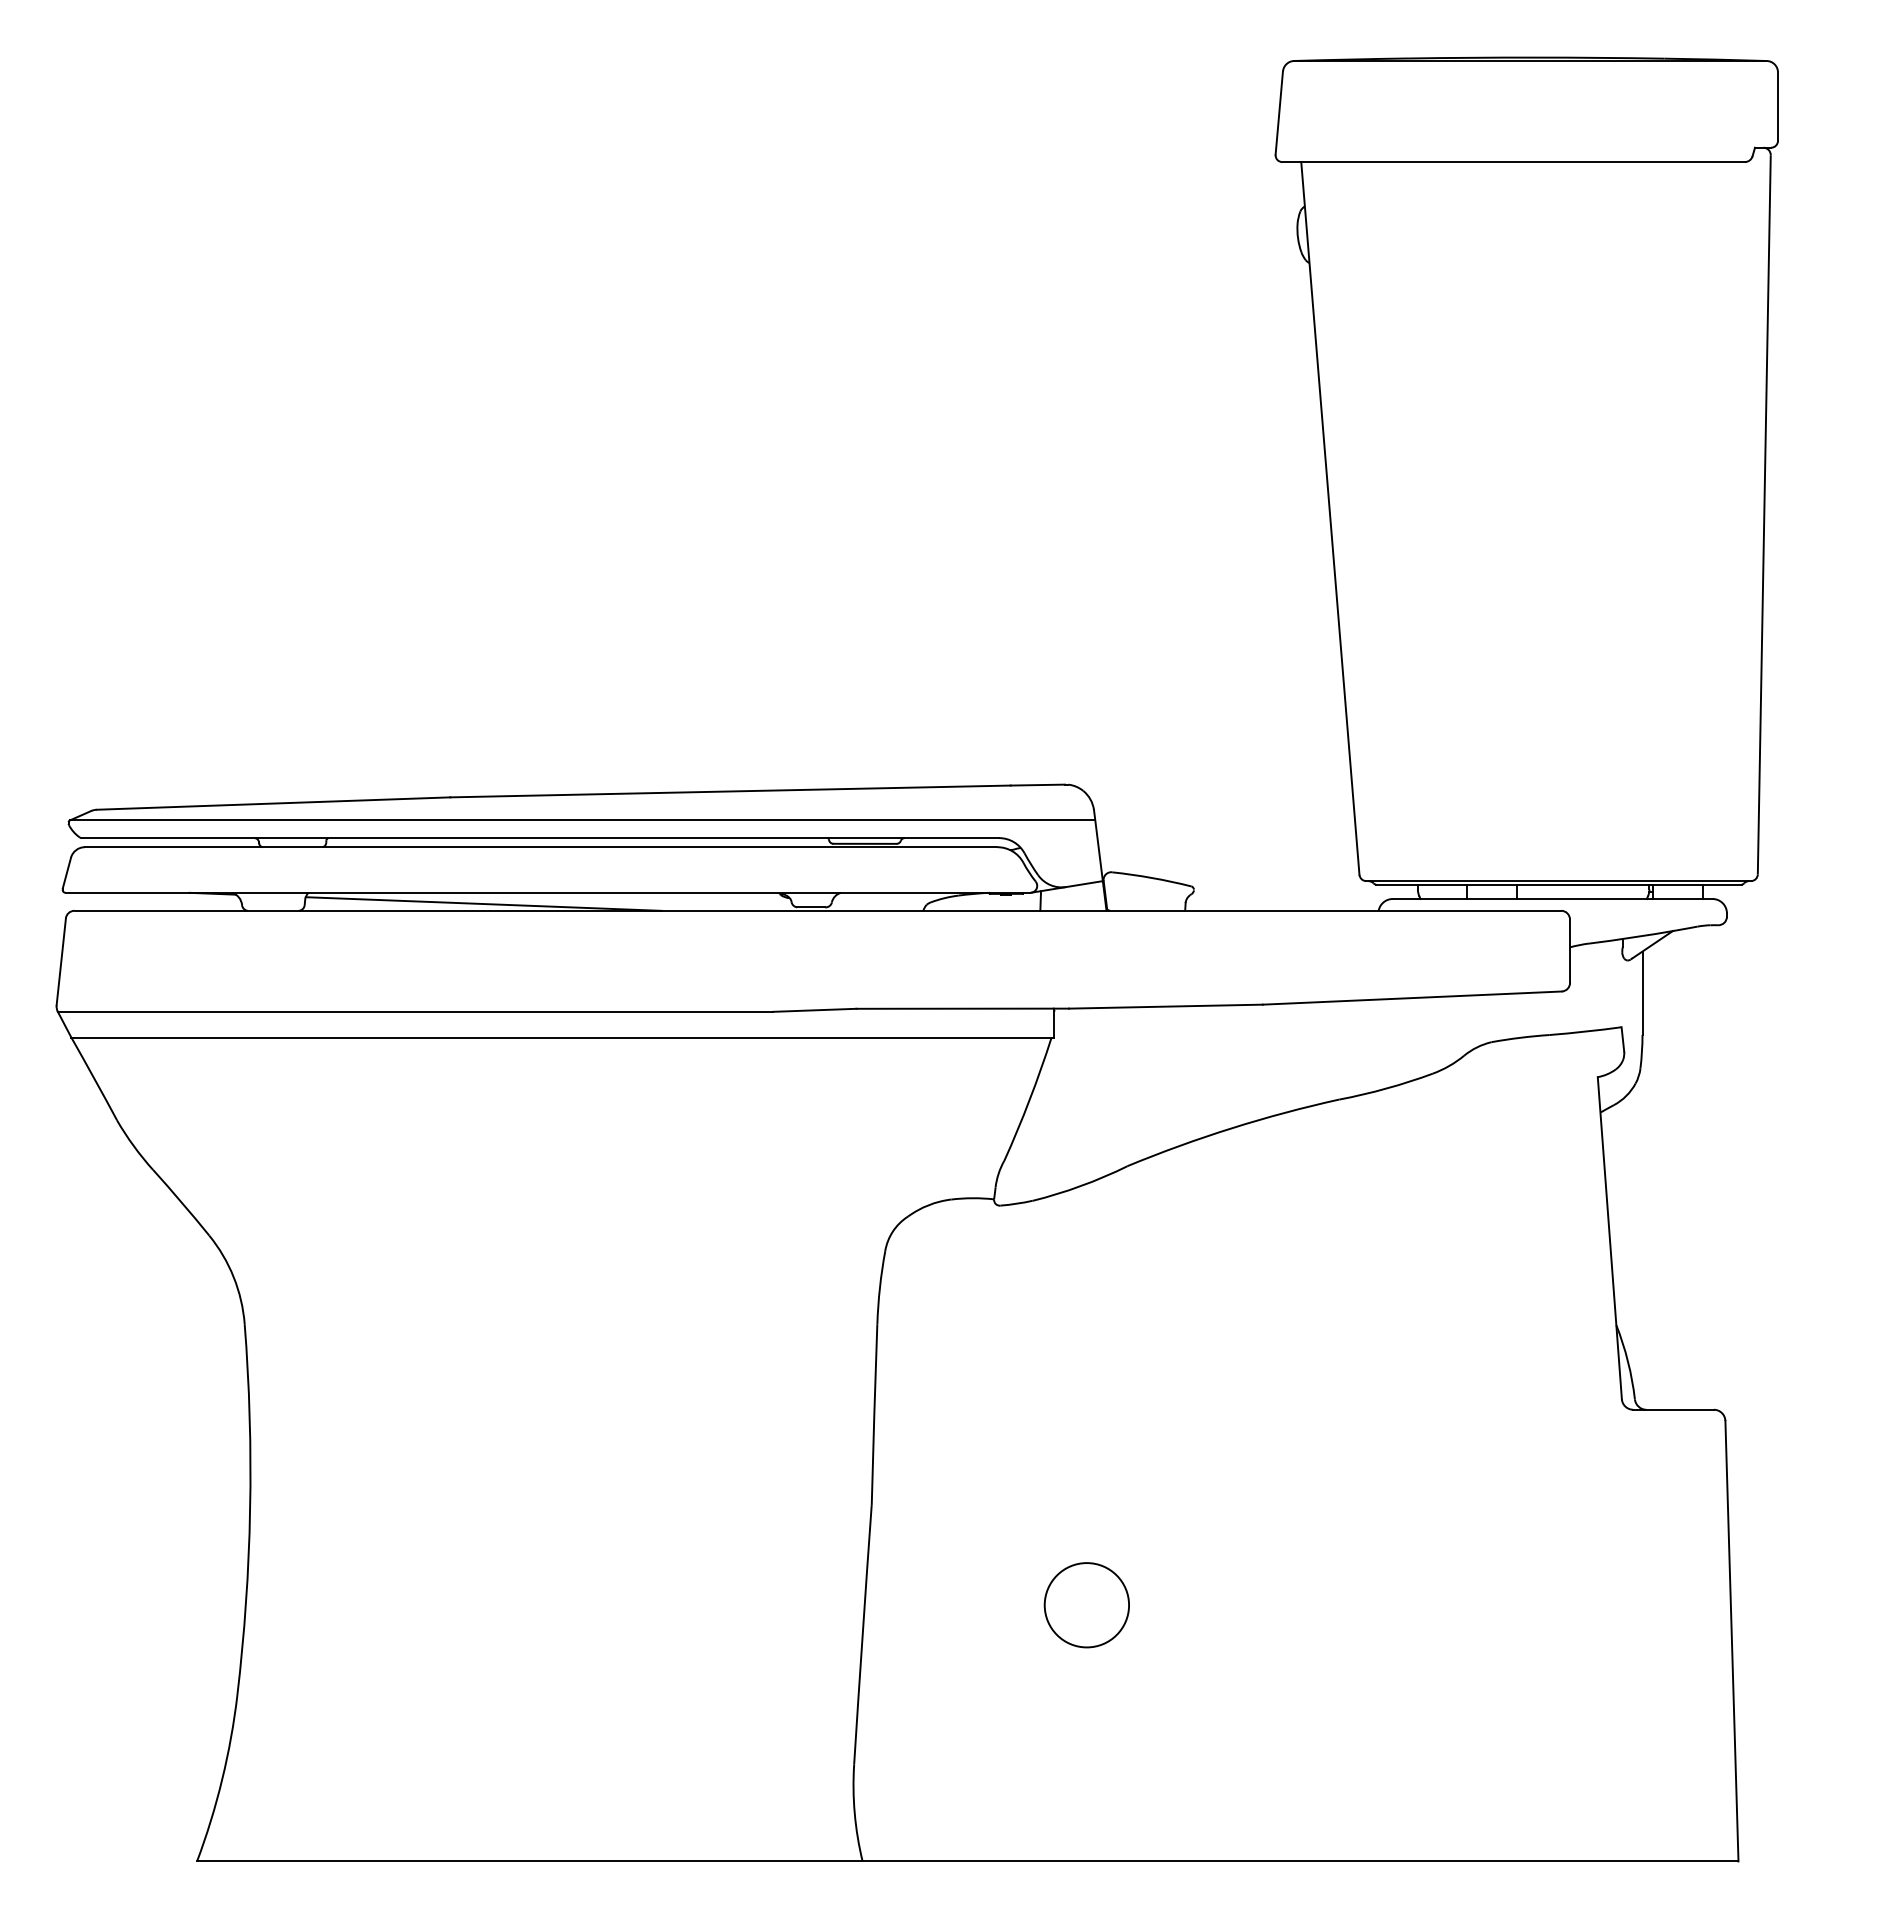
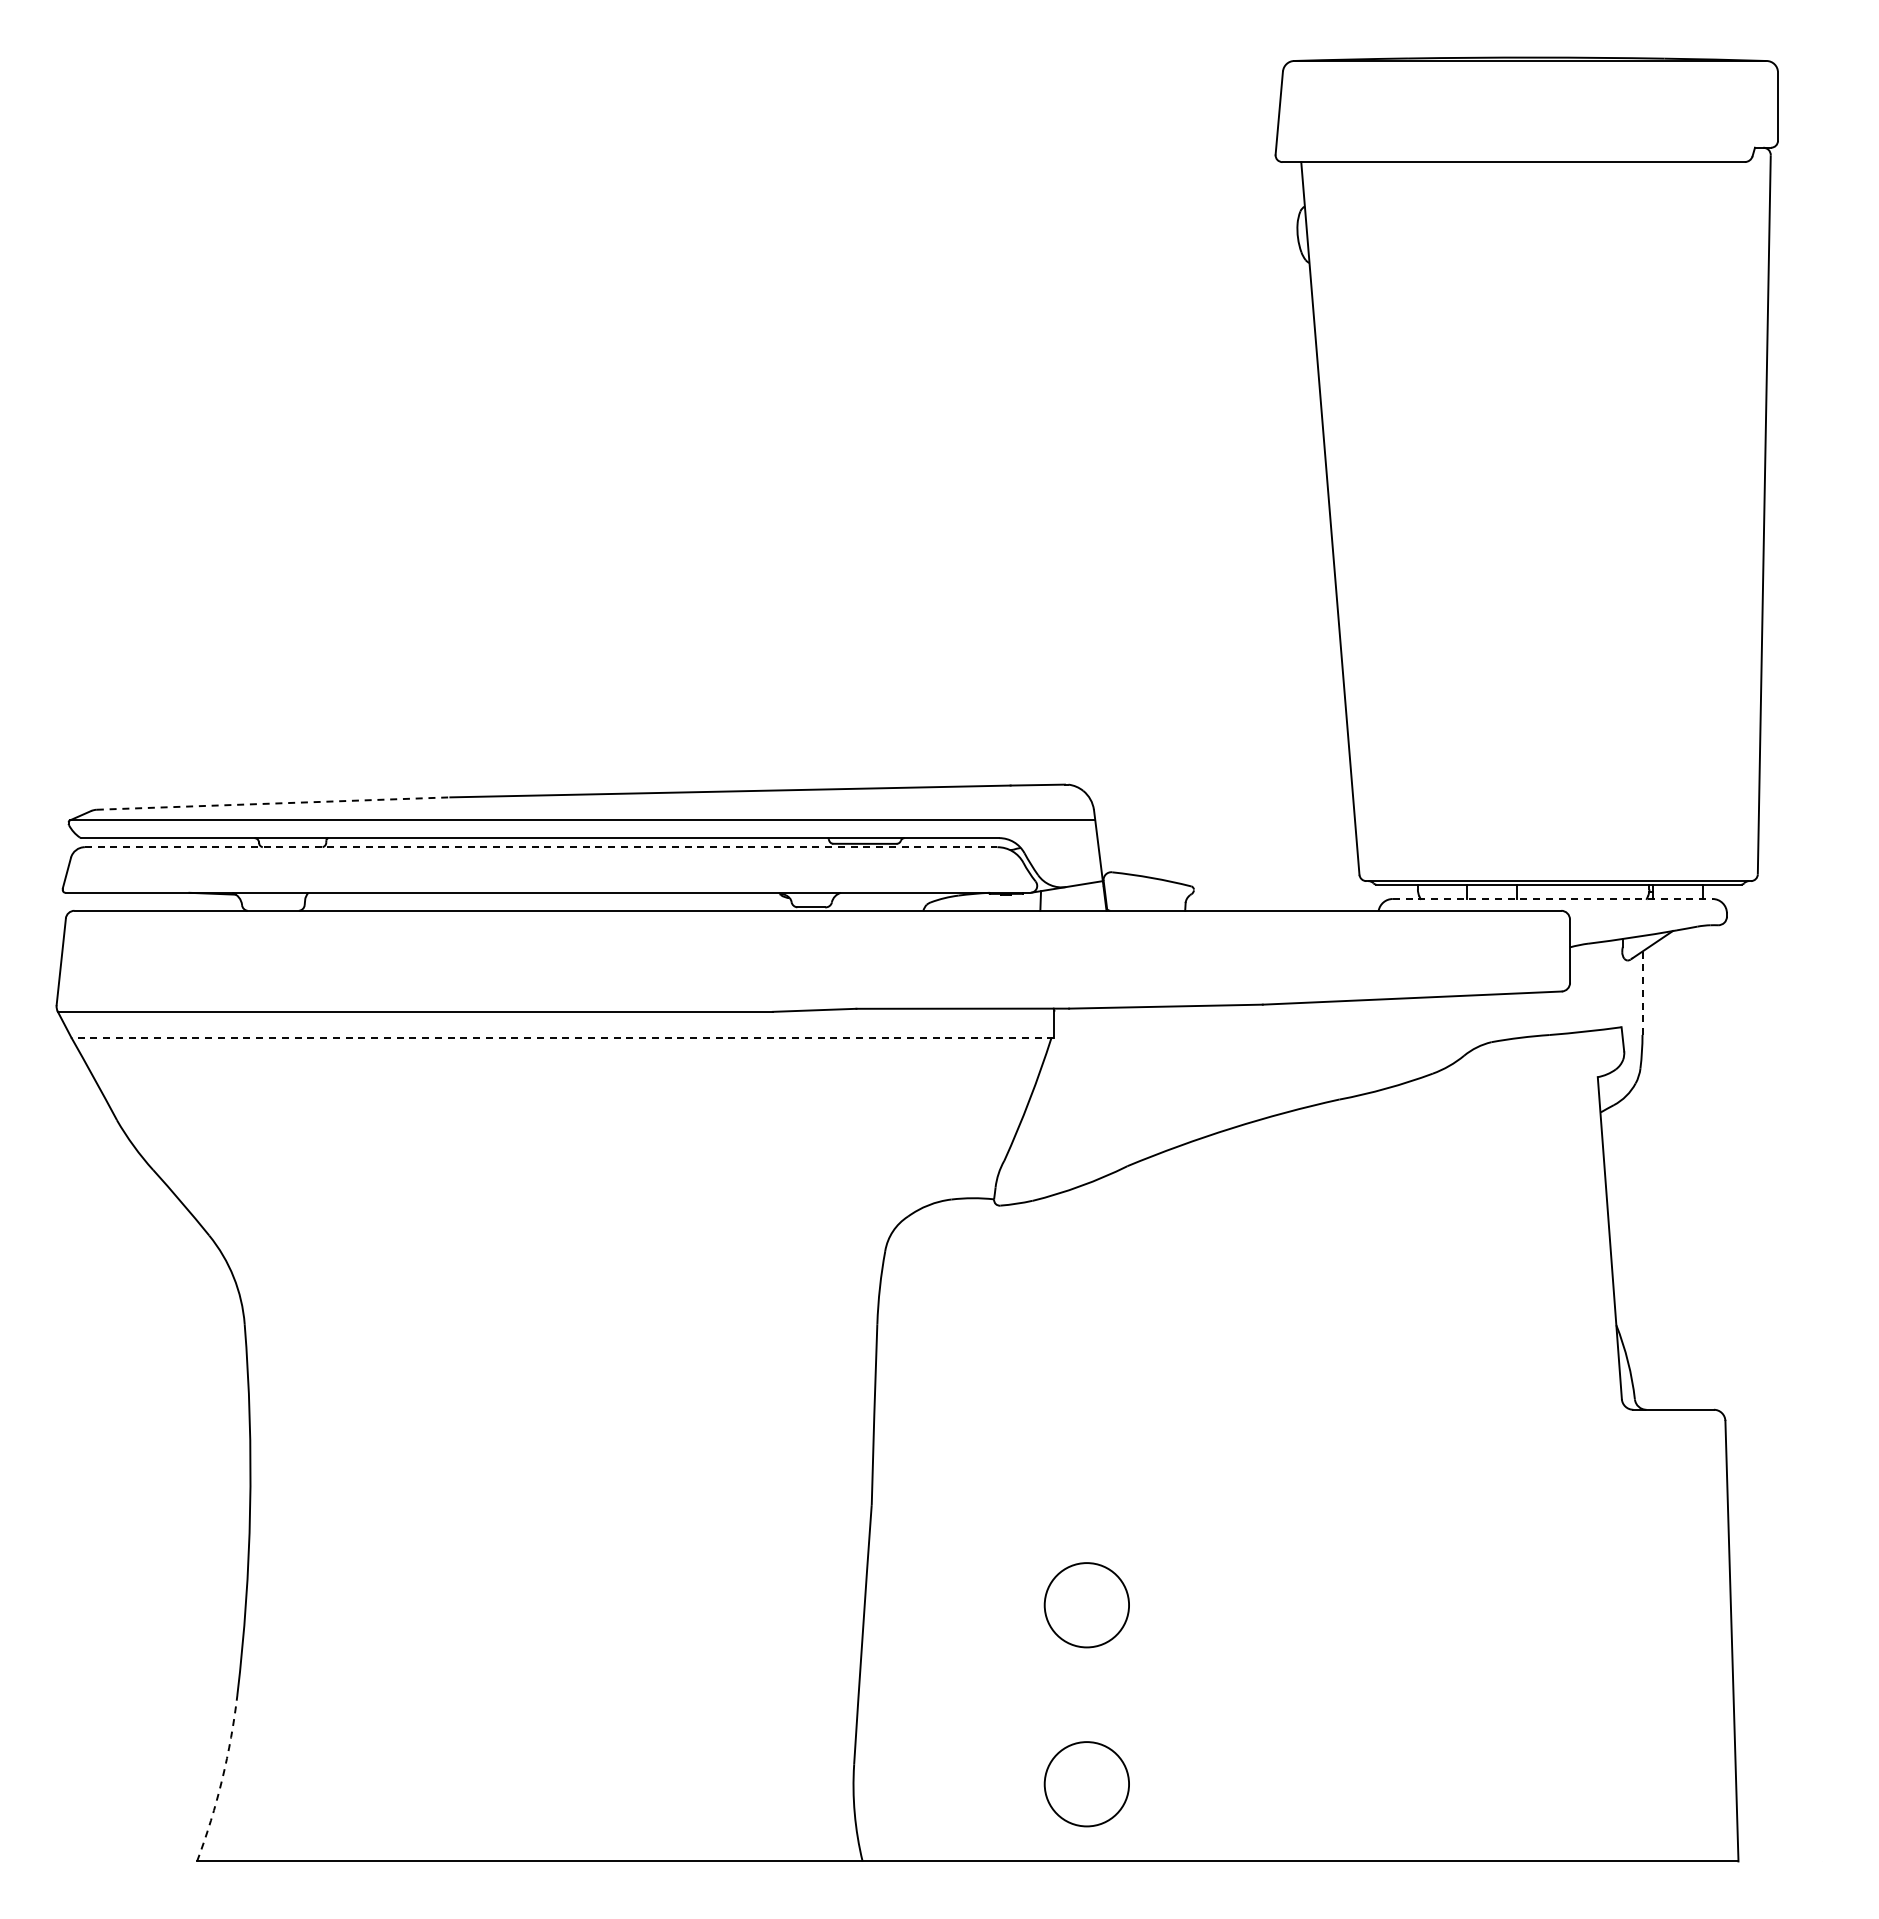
line at (273, 803): solid -> dashed
line at (541, 847): solid -> dashed
line at (1552, 899): solid -> dashed
line at (483, 903): present -> none
line at (1642, 993): solid -> dashed
line at (562, 1037): solid -> dashed
arc at (222, 1779): solid -> dashed
circle at (1086, 1784): none -> present
